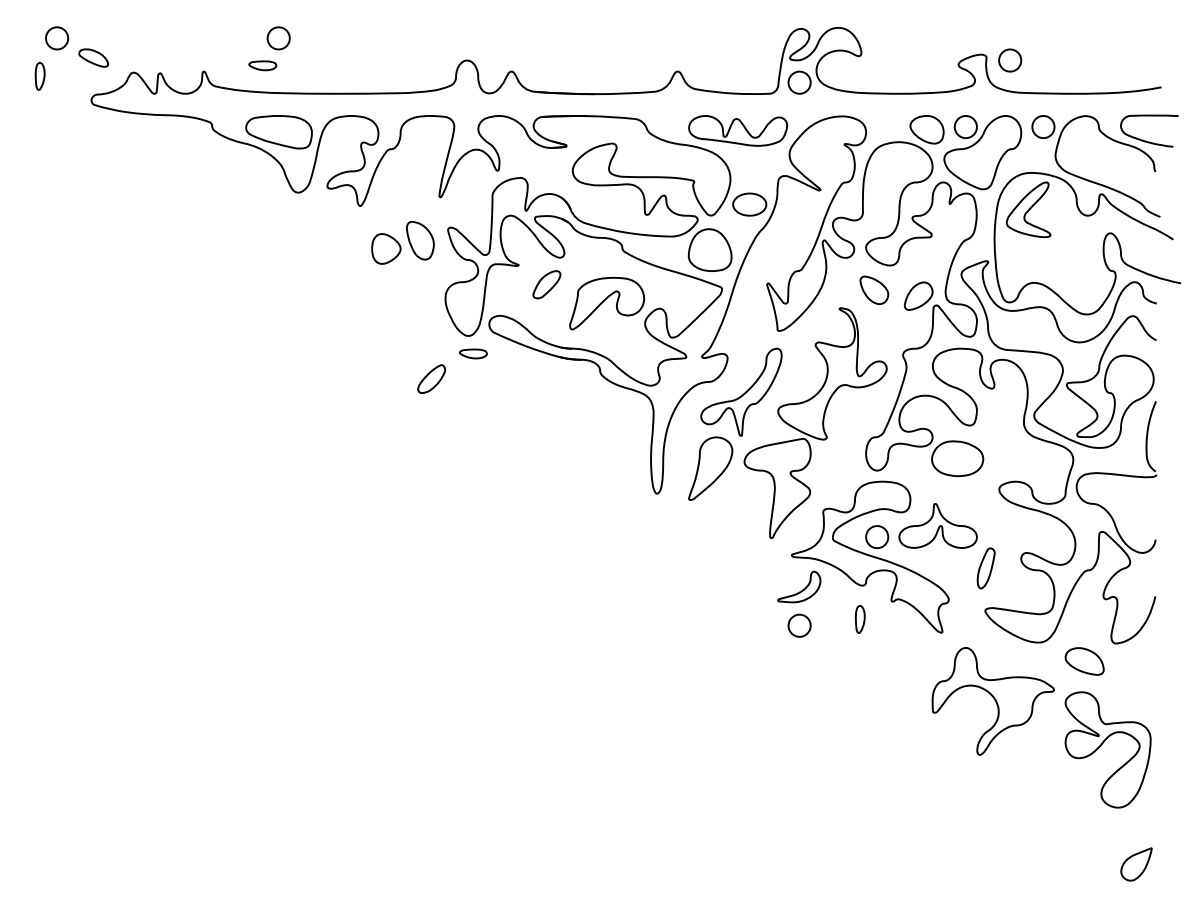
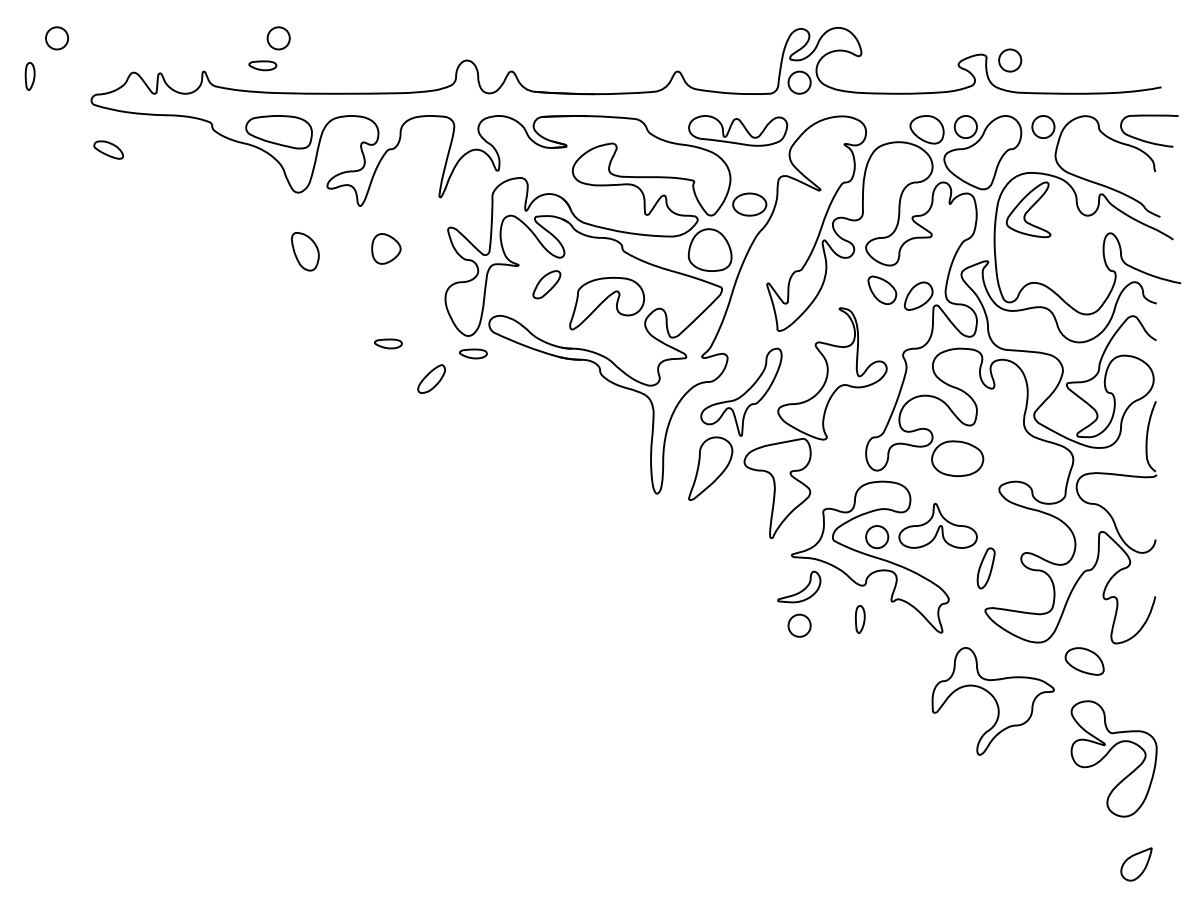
part at (93, 57) position: (93, 57) -> (108, 149)
part at (39, 76) position: (39, 76) -> (29, 76)
part at (420, 240) position: (420, 240) -> (305, 251)
part at (874, 289) position: (874, 289) -> (882, 289)
part at (388, 343): none -> present
part at (1101, 746) position: (1101, 746) -> (1107, 755)
